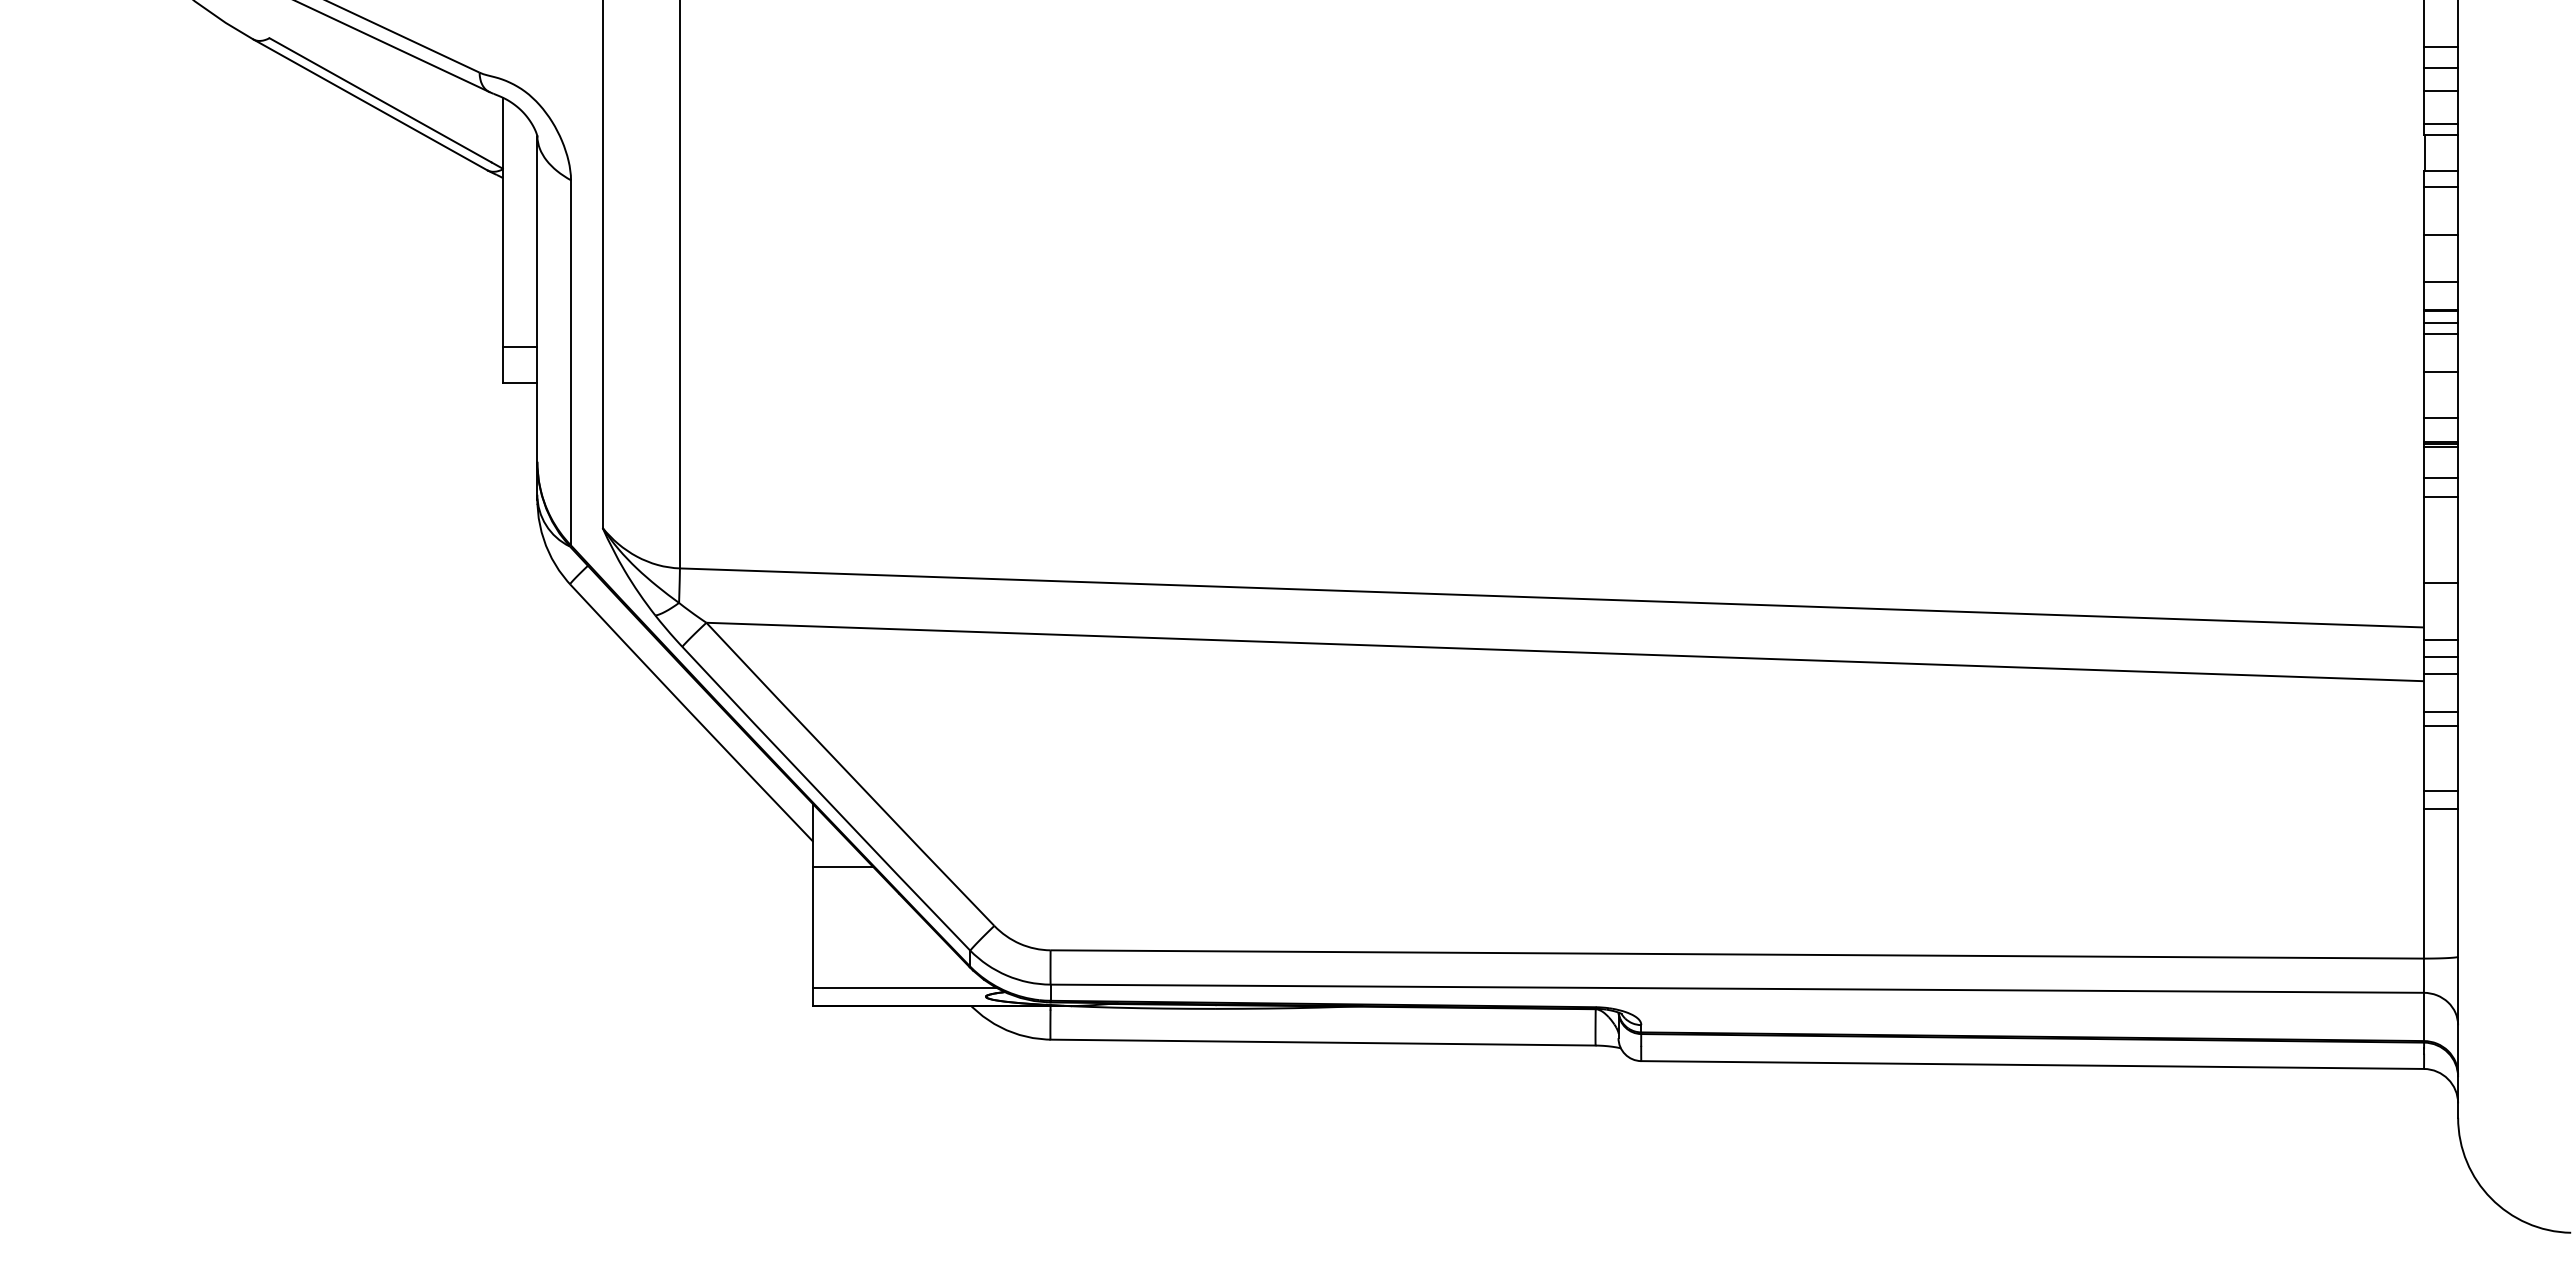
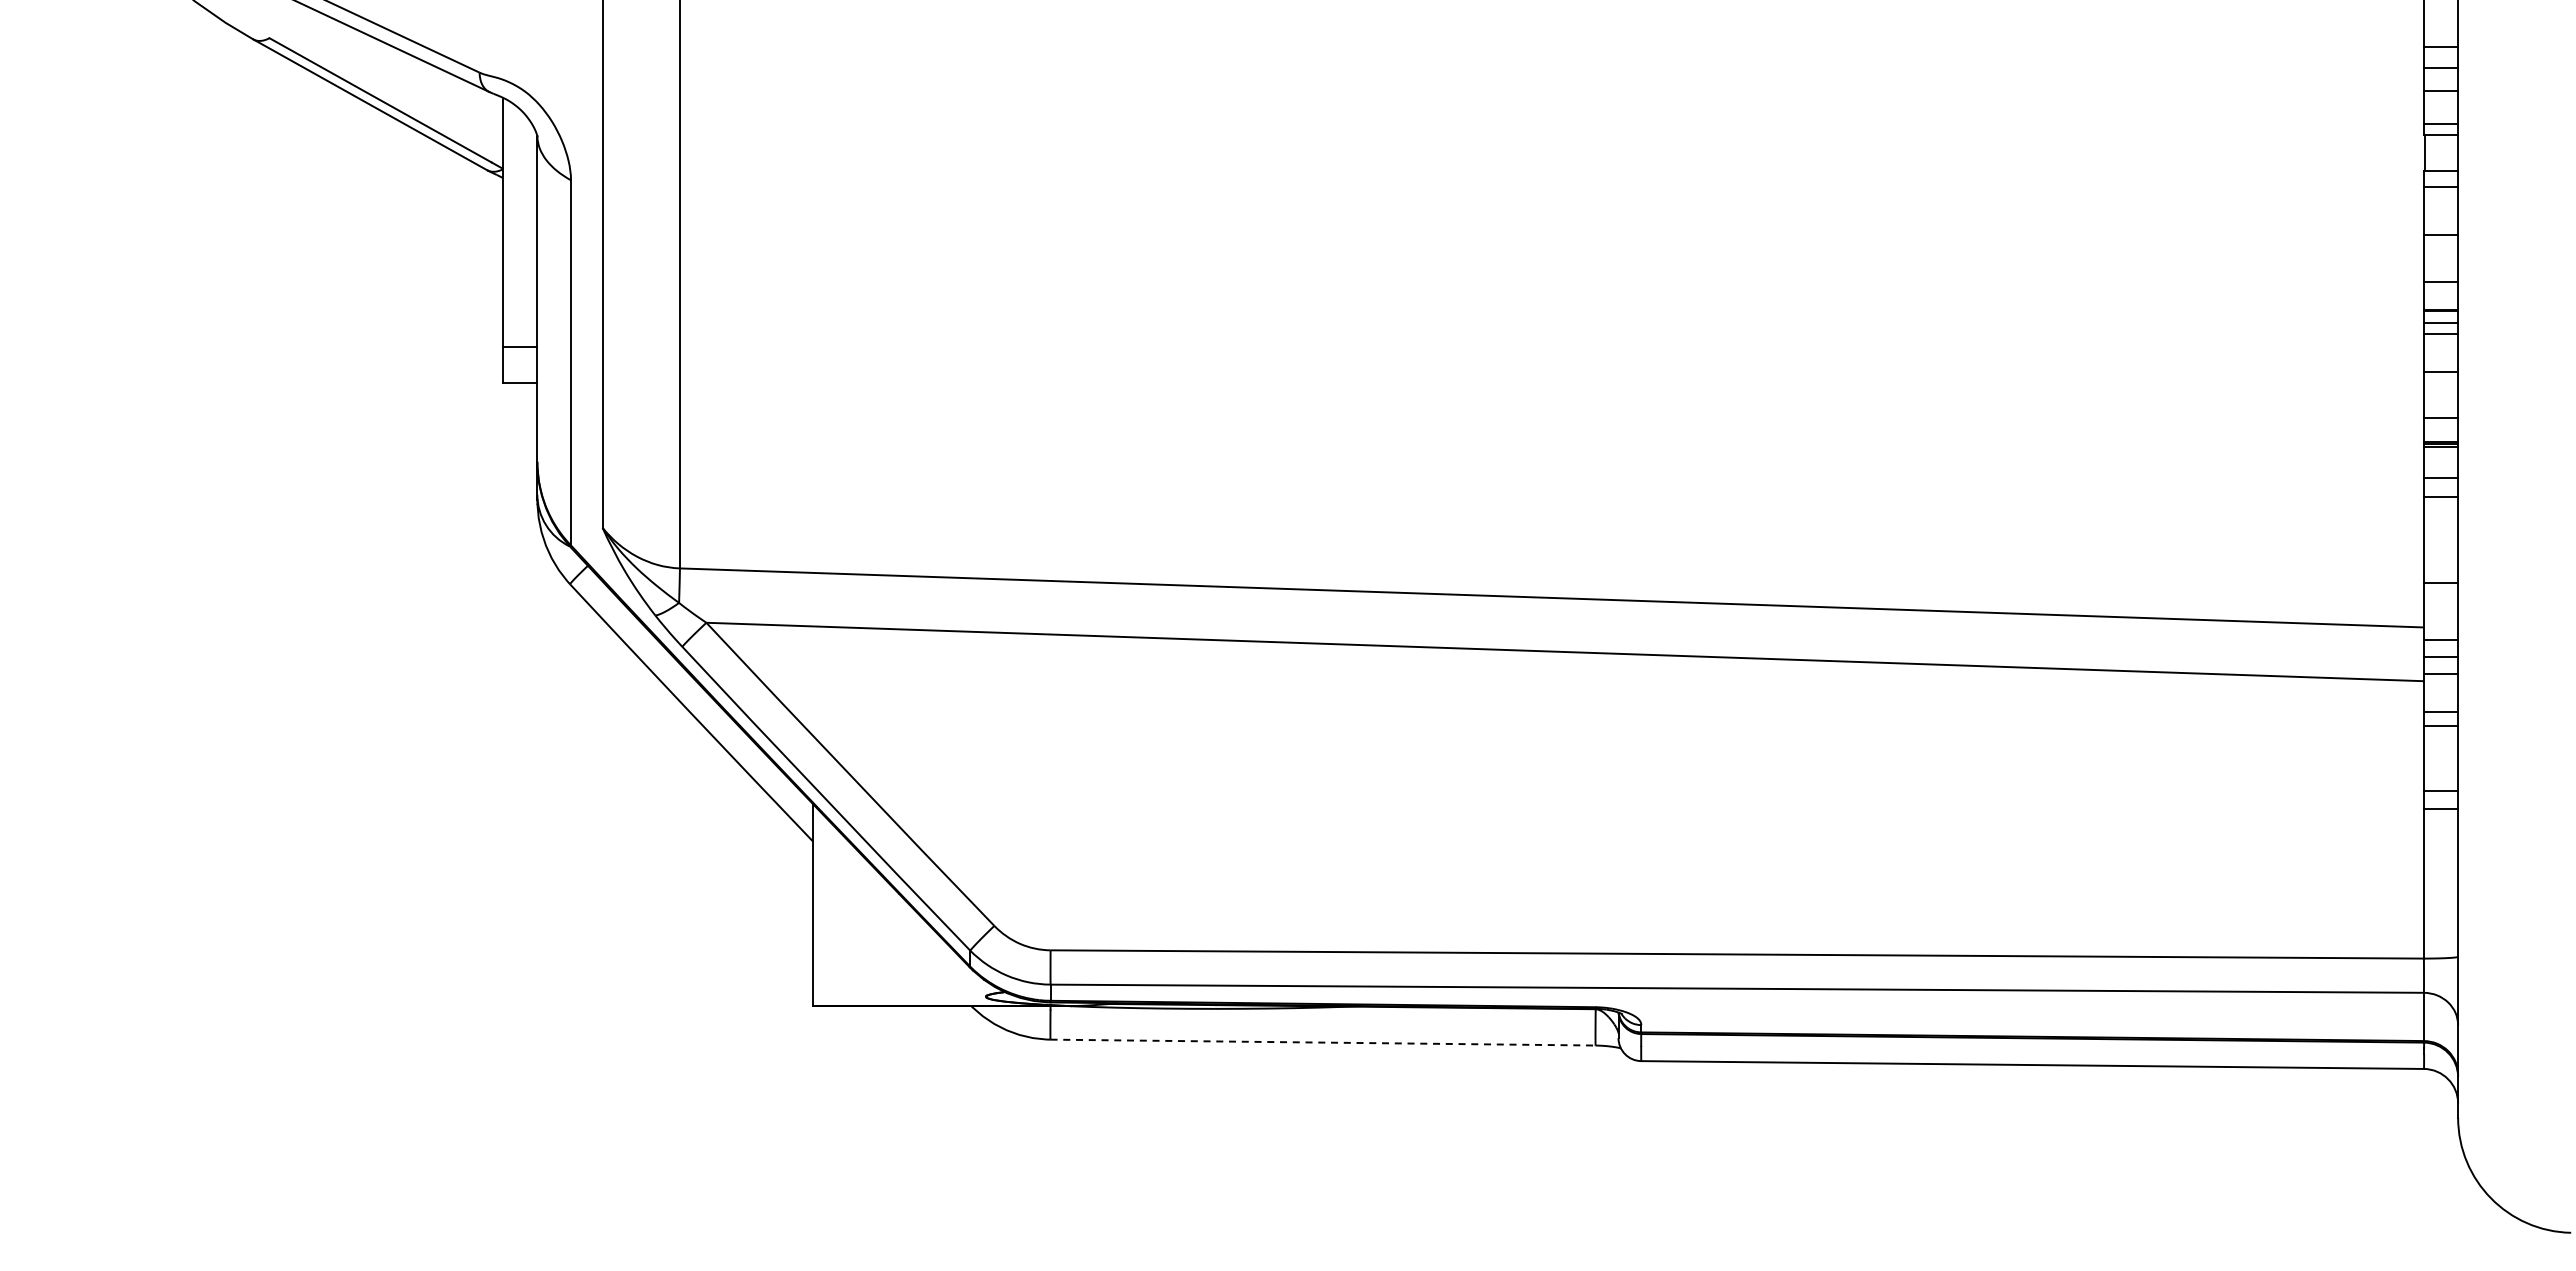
line at (843, 866): present -> none
line at (904, 987): present -> none
line at (1323, 1042): solid -> dashed
